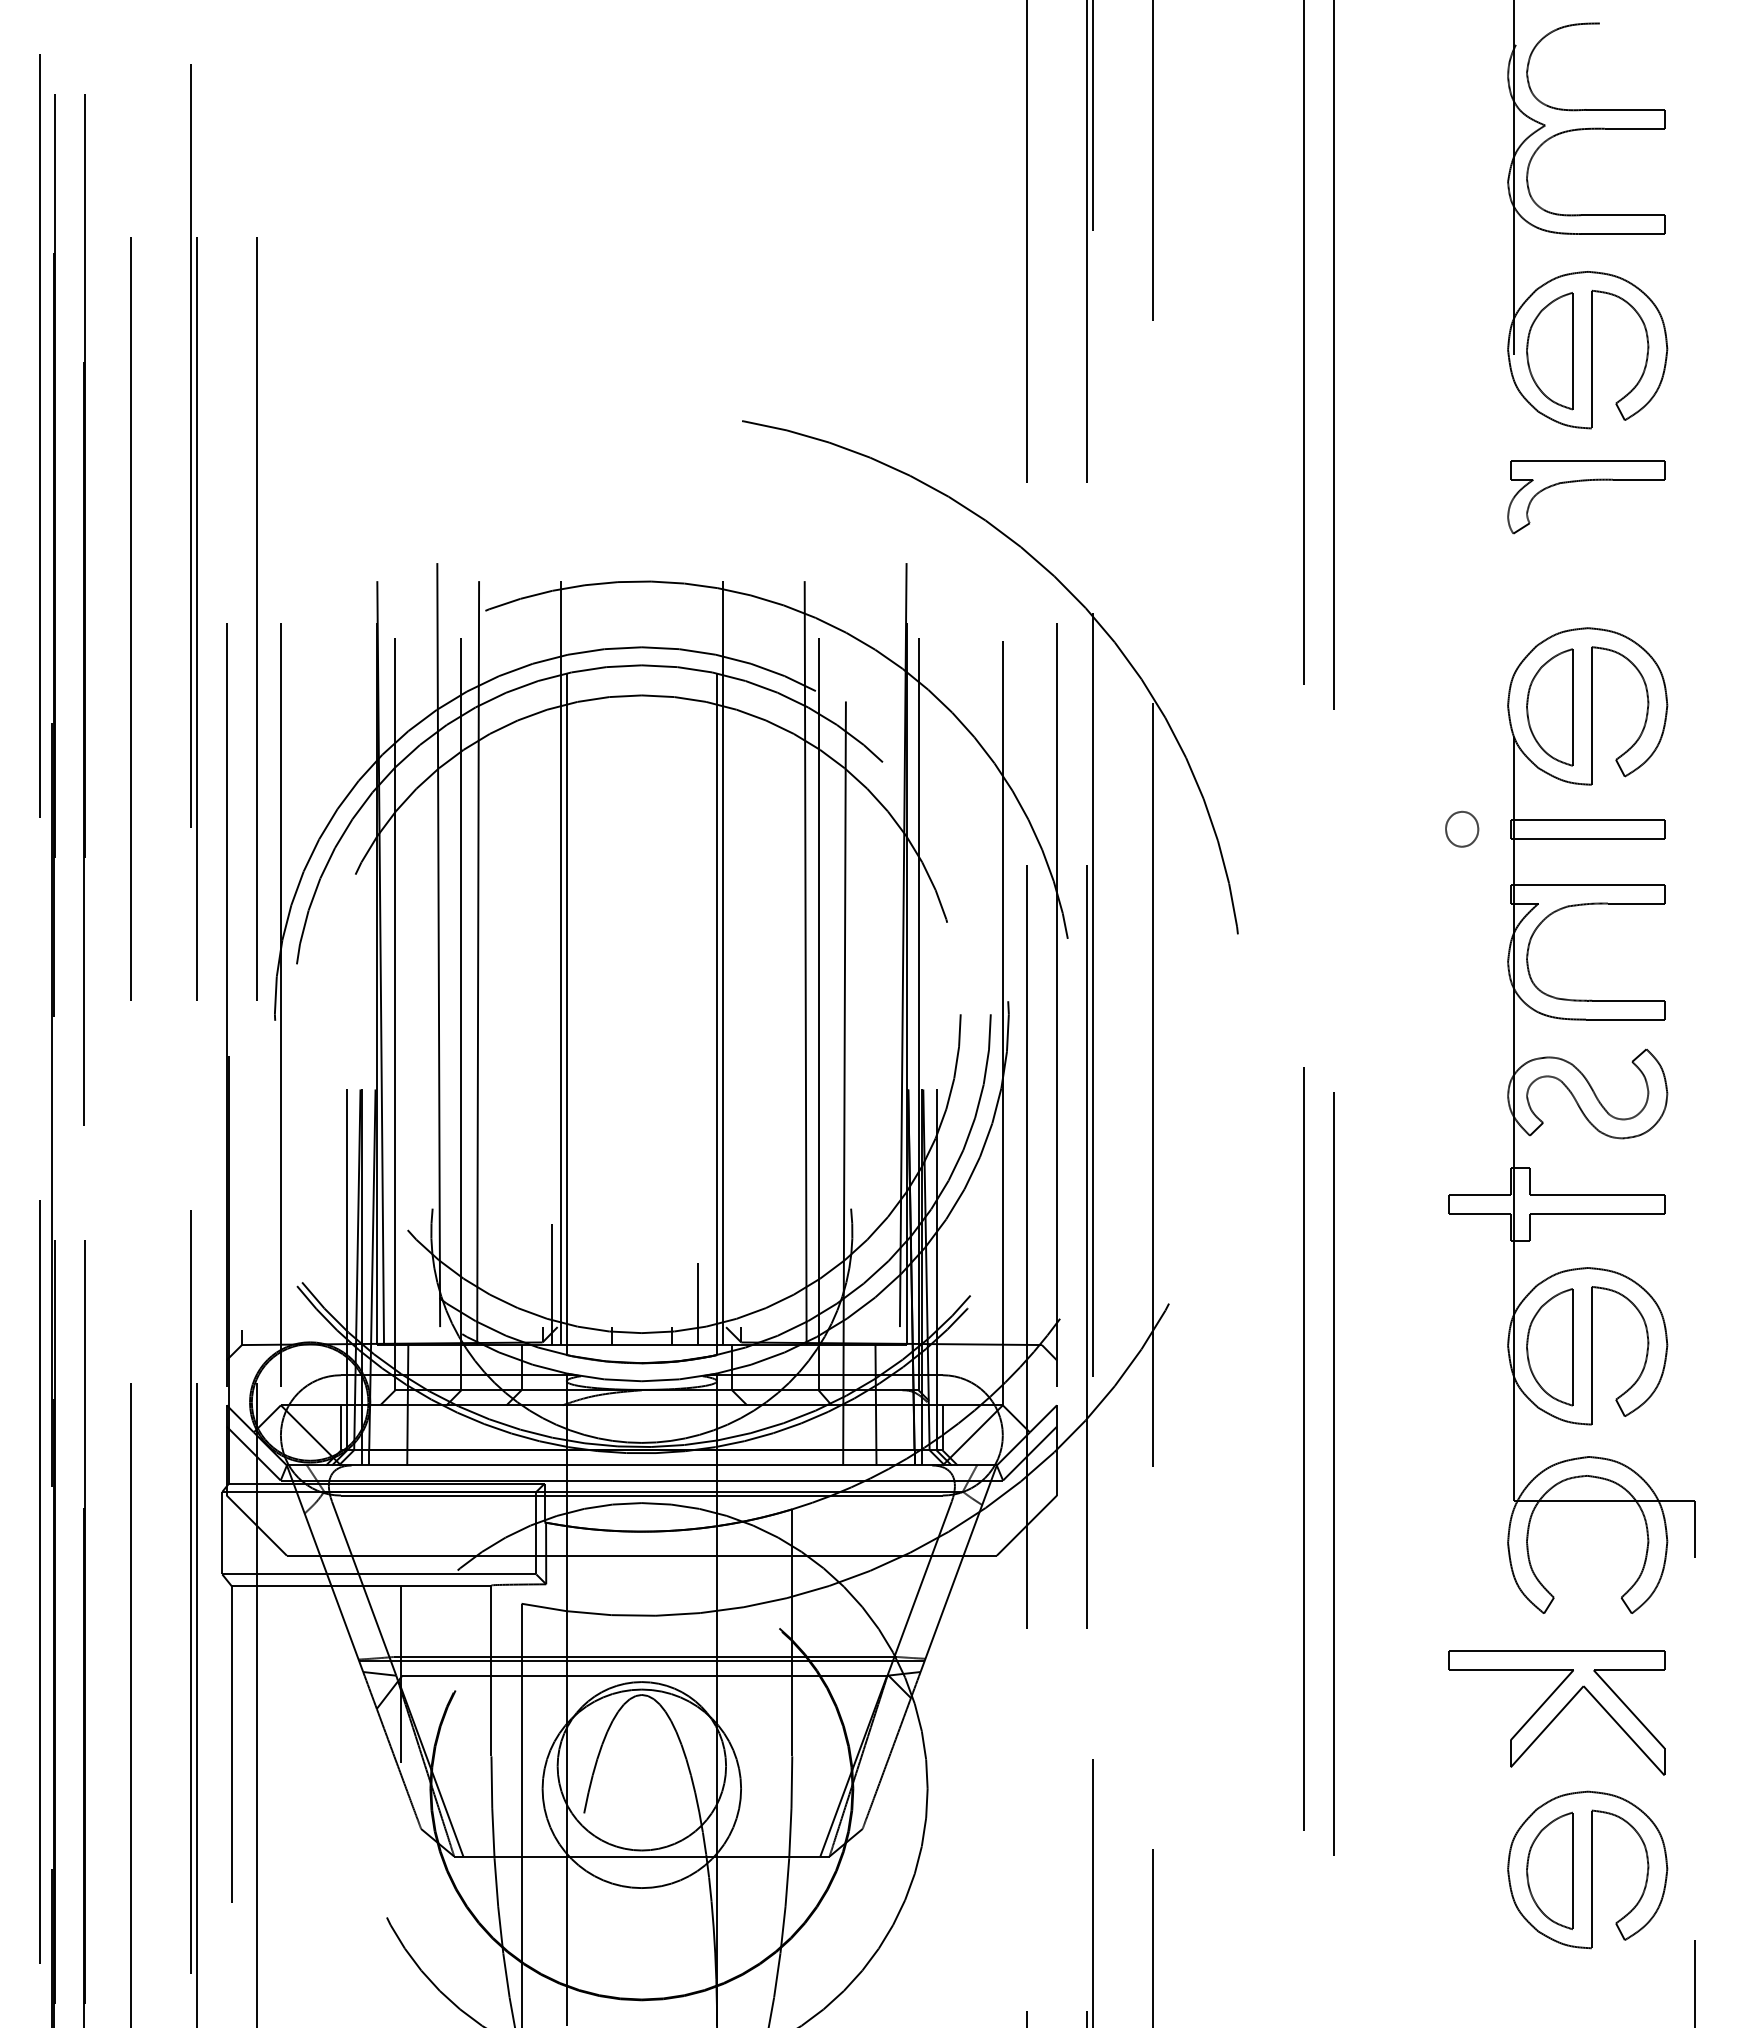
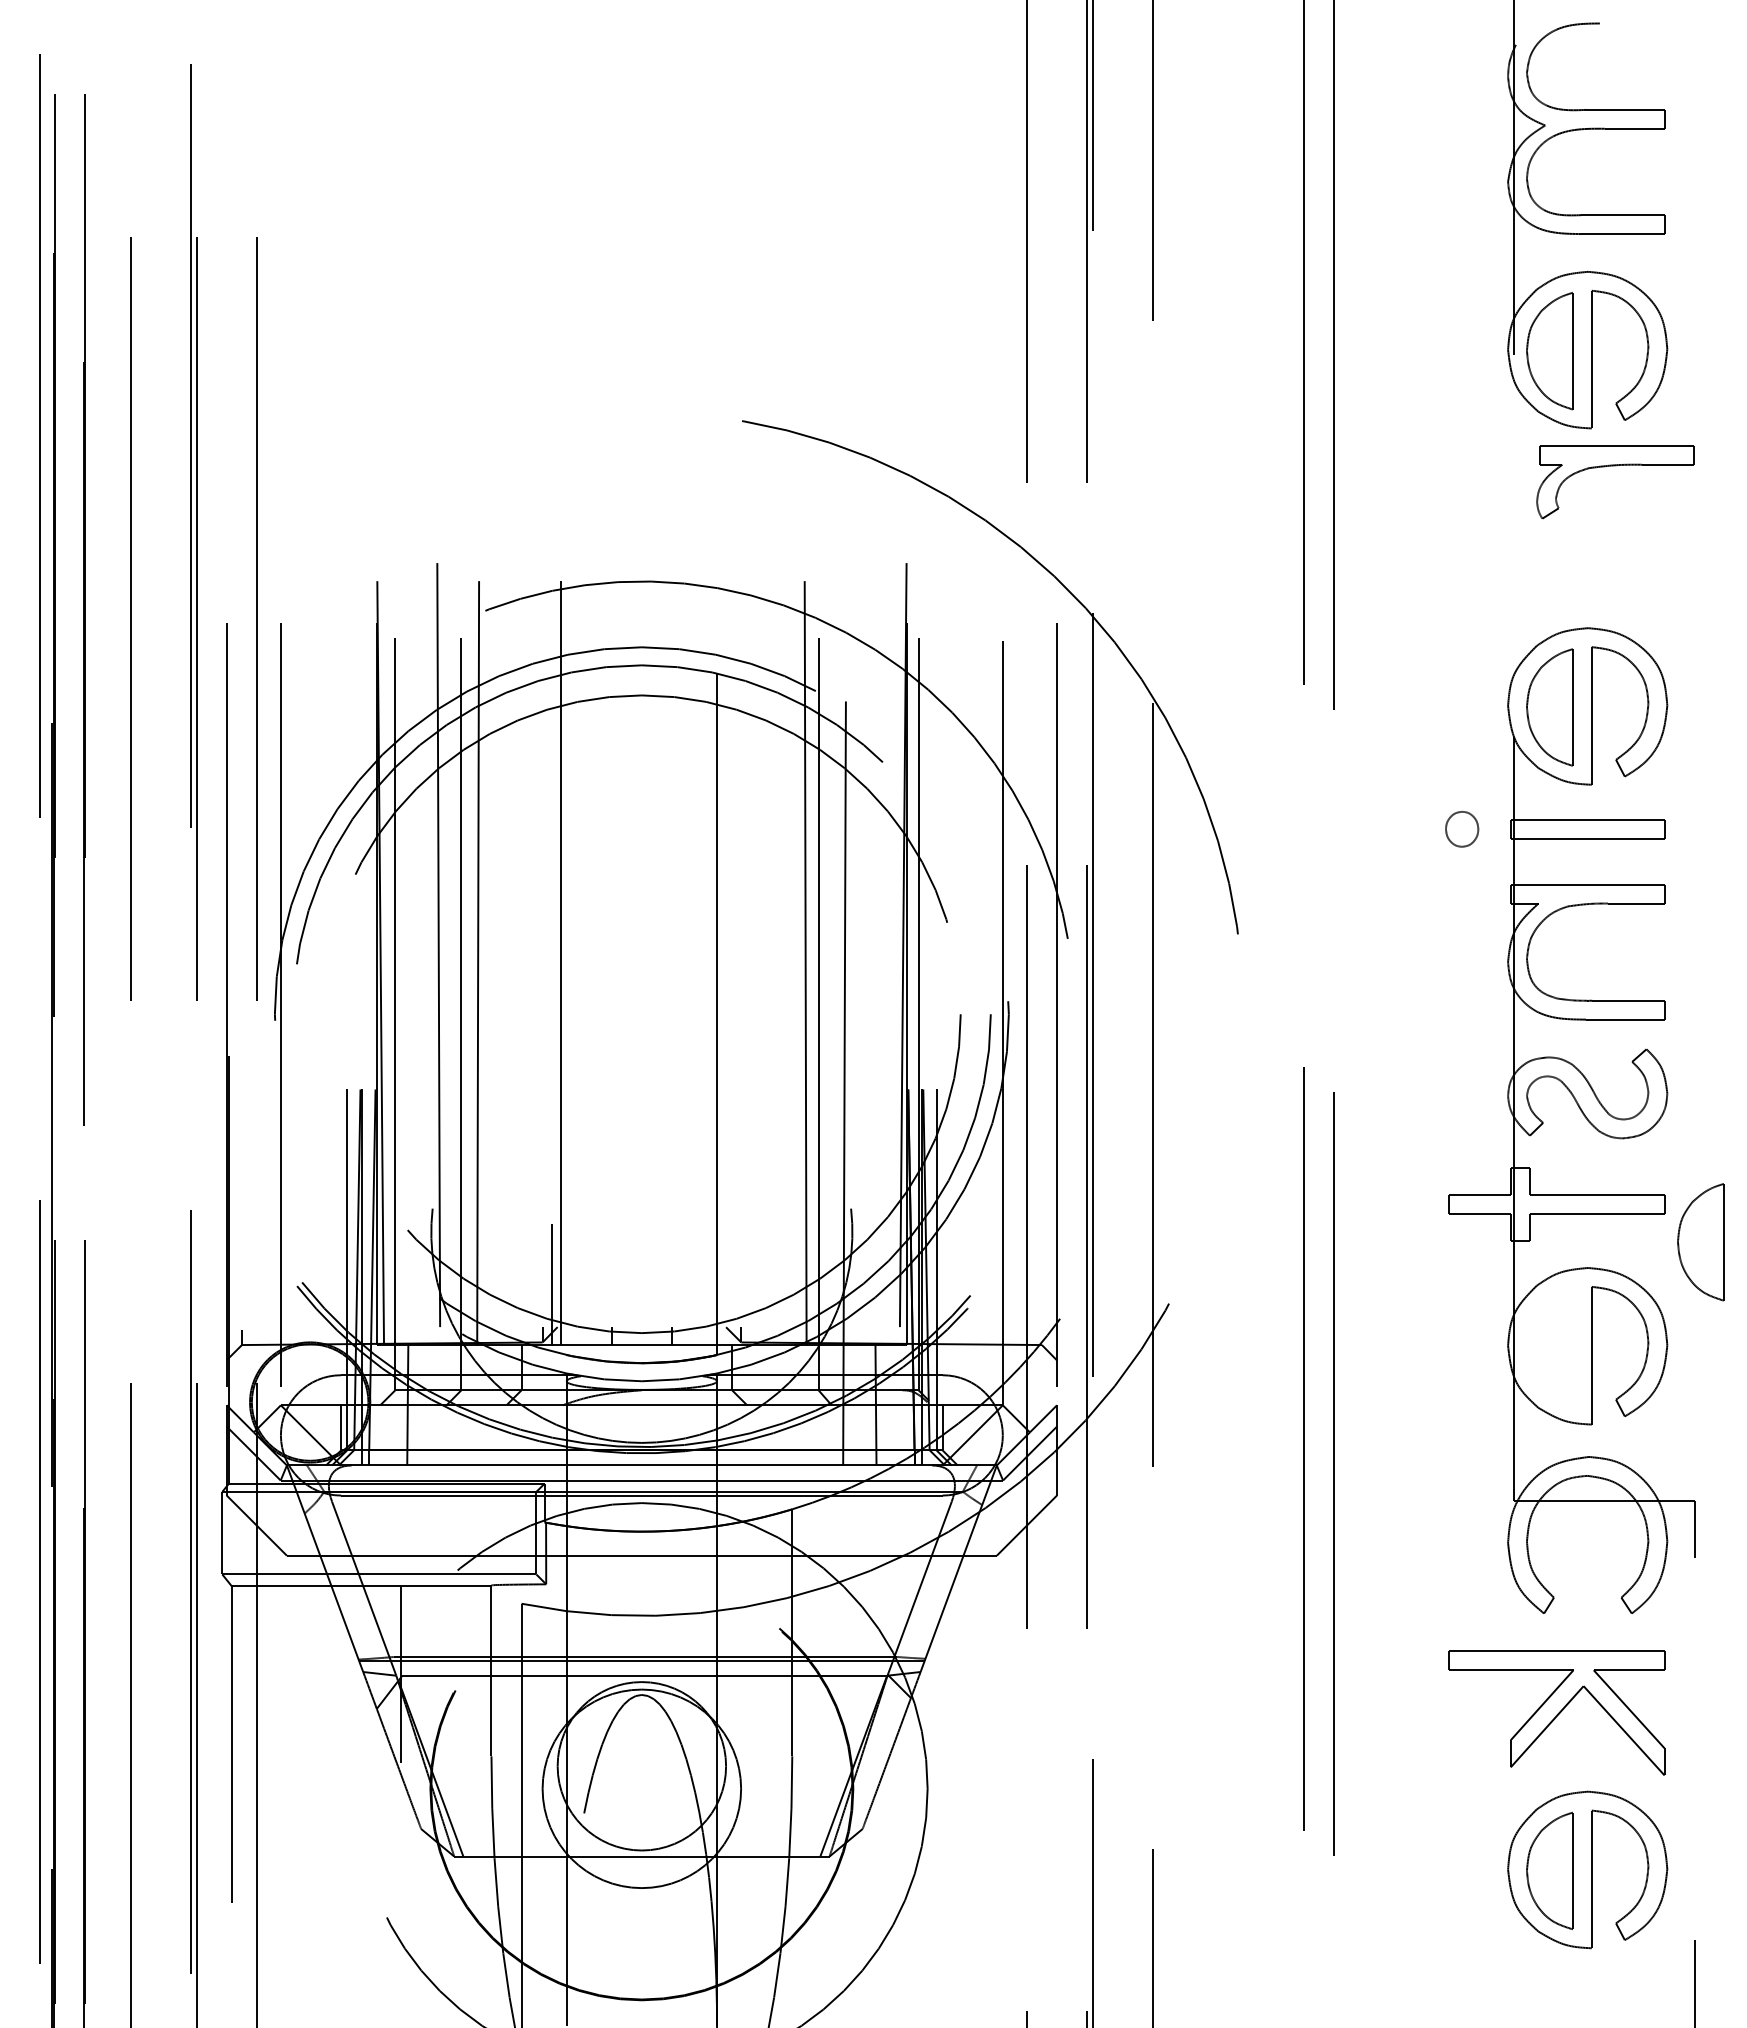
part at (1586, 481) position: (1586, 481) -> (1615, 466)
line at (723, 954): present -> none
line at (566, 1014): present -> none
line at (698, 1303): present -> none
part at (1549, 1347) position: (1549, 1347) -> (1700, 1242)
